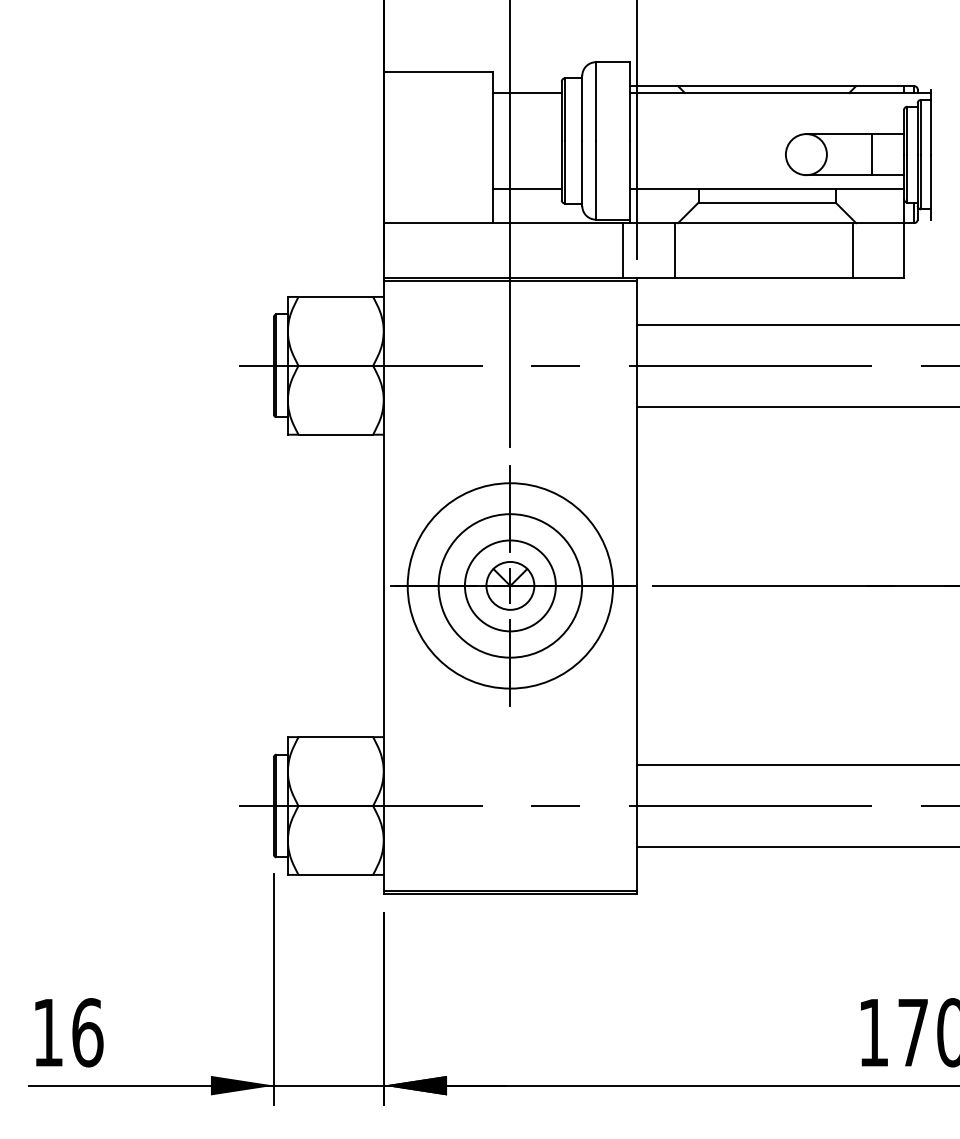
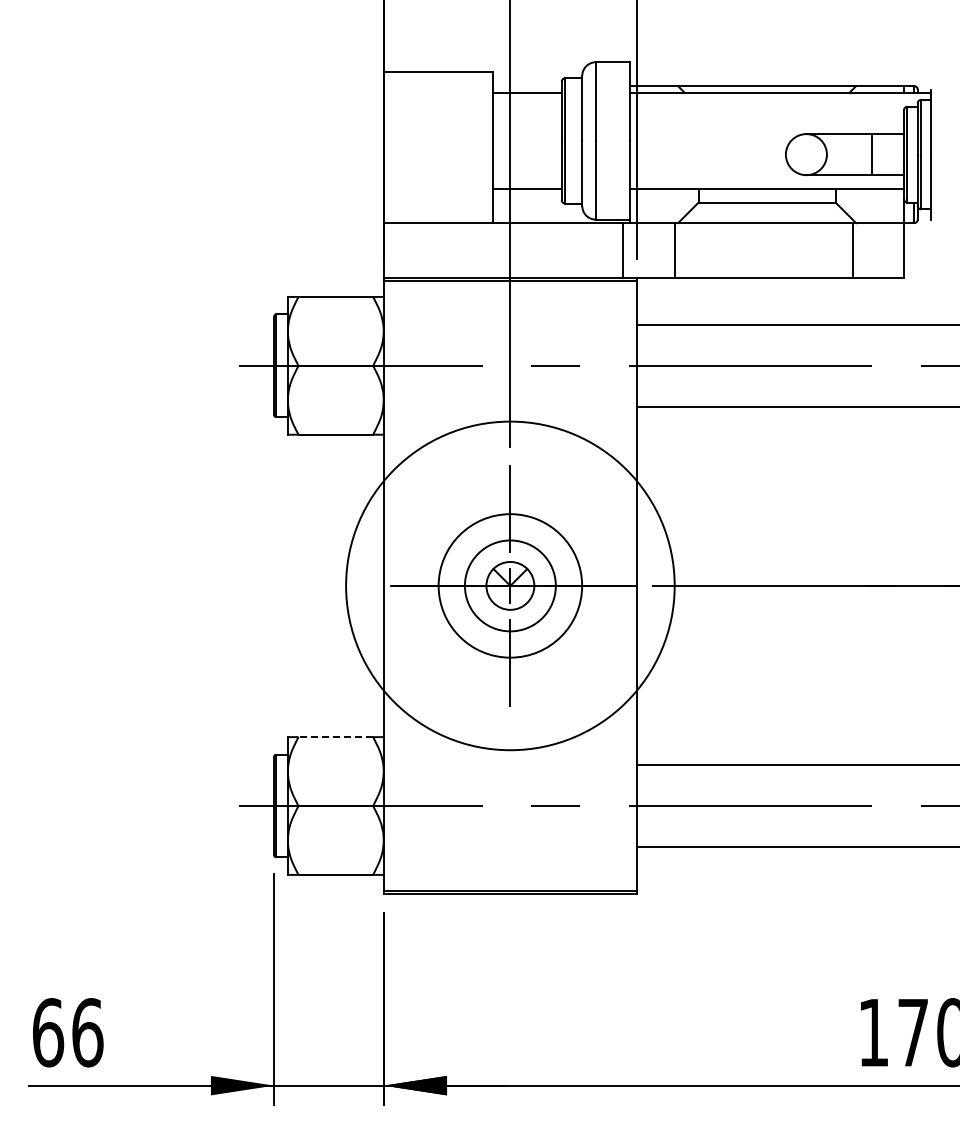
circle at (510, 585) diameter: 205 px -> 329 px
line at (335, 737): solid -> dashed
text at (48, 1032): 16 -> 66
